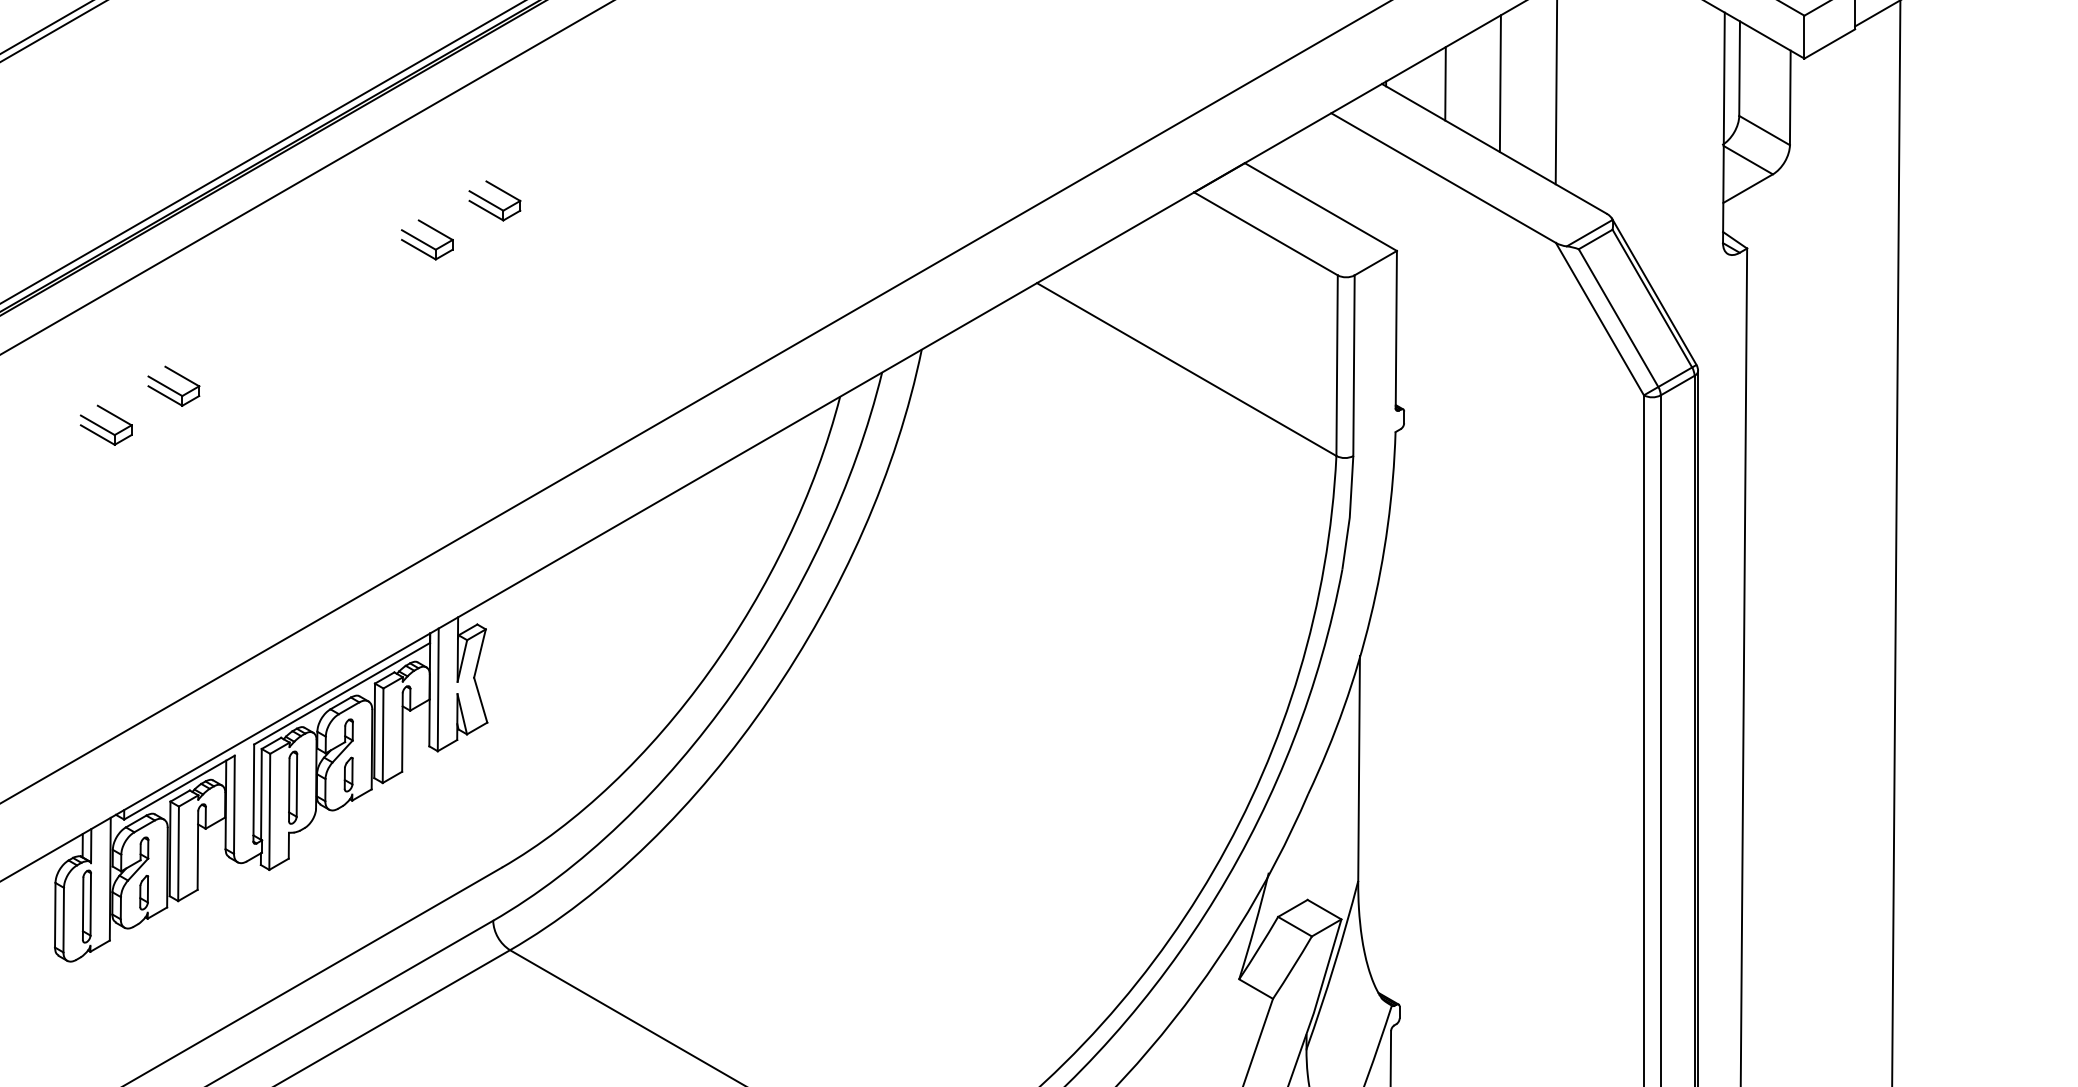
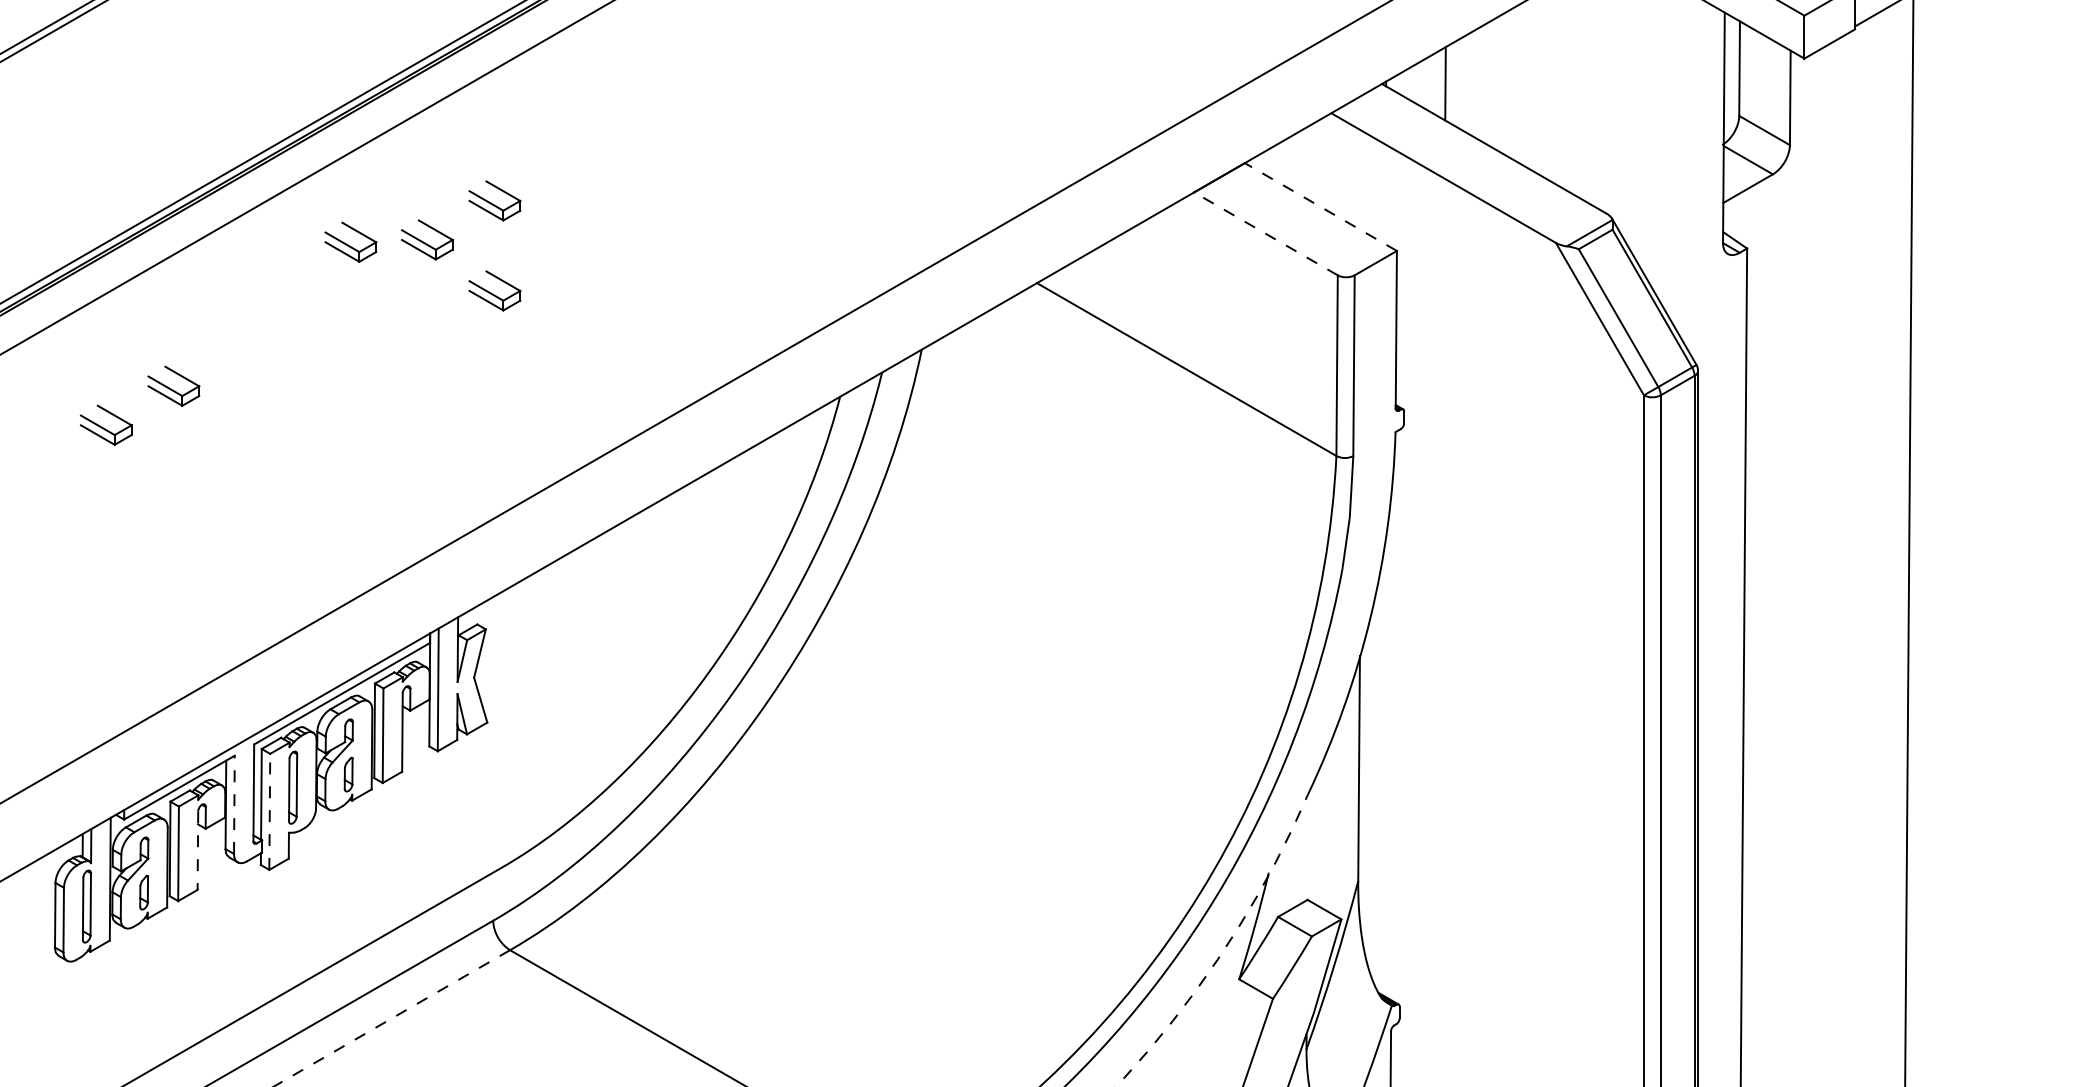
line at (1499, 83): present -> none
line at (1556, 93): present -> none
line at (1320, 207): solid -> dashed
line at (1265, 233): solid -> dashed
part at (350, 241): none -> present
part at (494, 290): none -> present
line at (1896, 542) position: (1896, 542) -> (1909, 542)
line at (234, 804): solid -> dashed
line at (269, 811): solid -> dashed
line at (197, 851): solid -> dashed
arc at (1224, 948): solid -> dashed
line at (391, 1018): solid -> dashed
